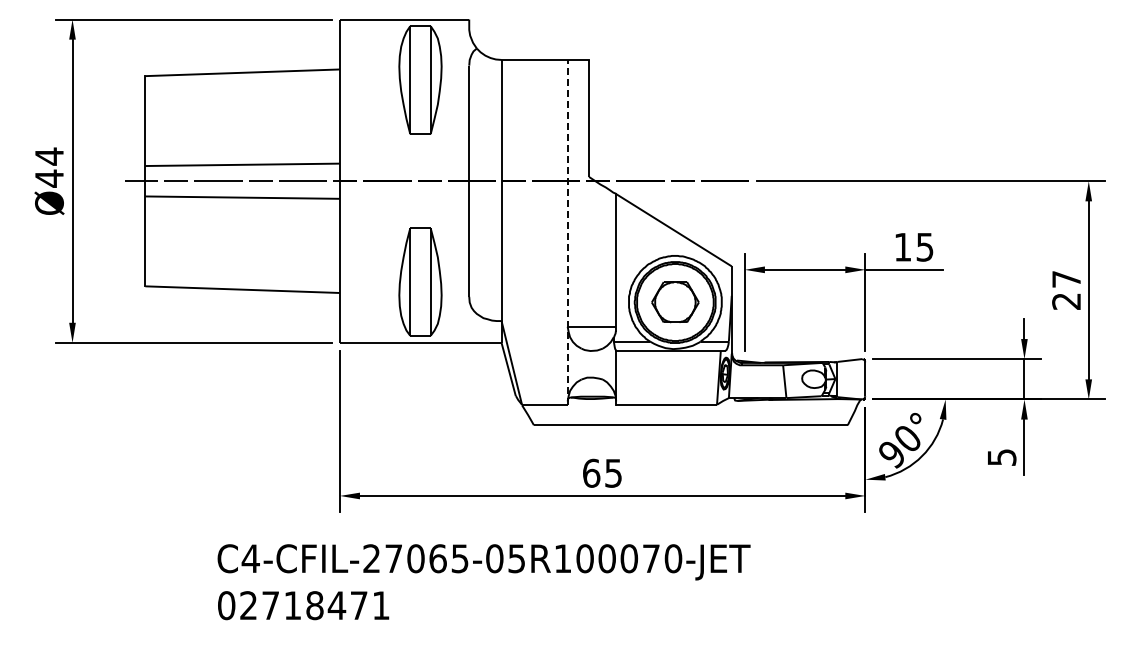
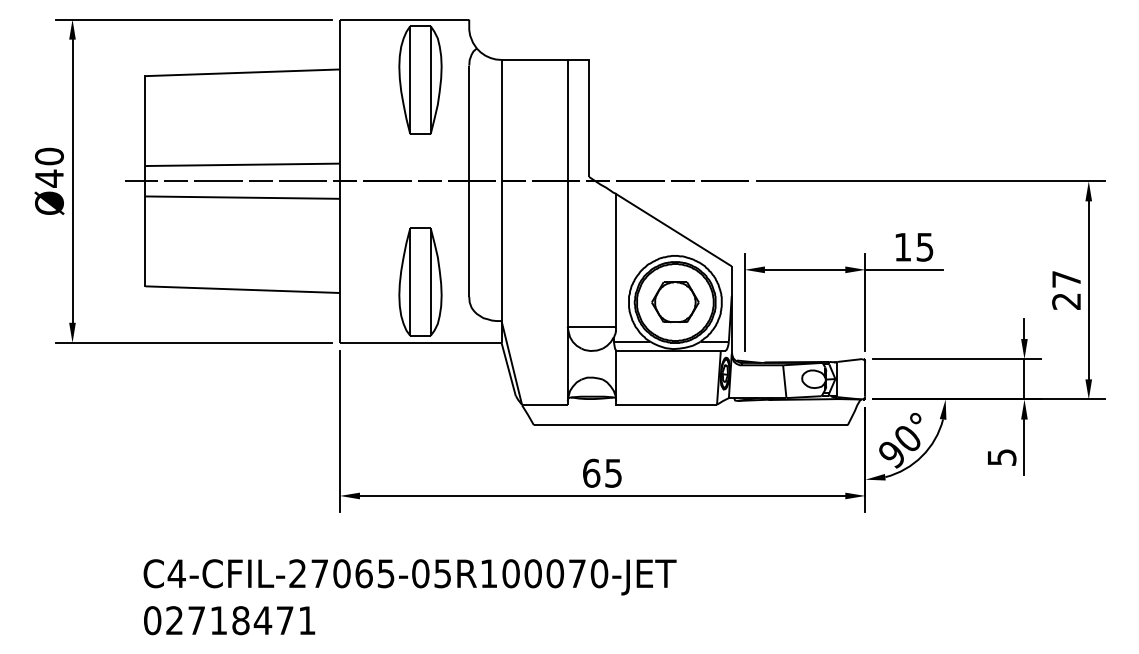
text at (49, 156): Ø44 -> Ø40
line at (567, 231): dashed -> solid
text at (483, 582) position: (483, 582) -> (409, 597)
